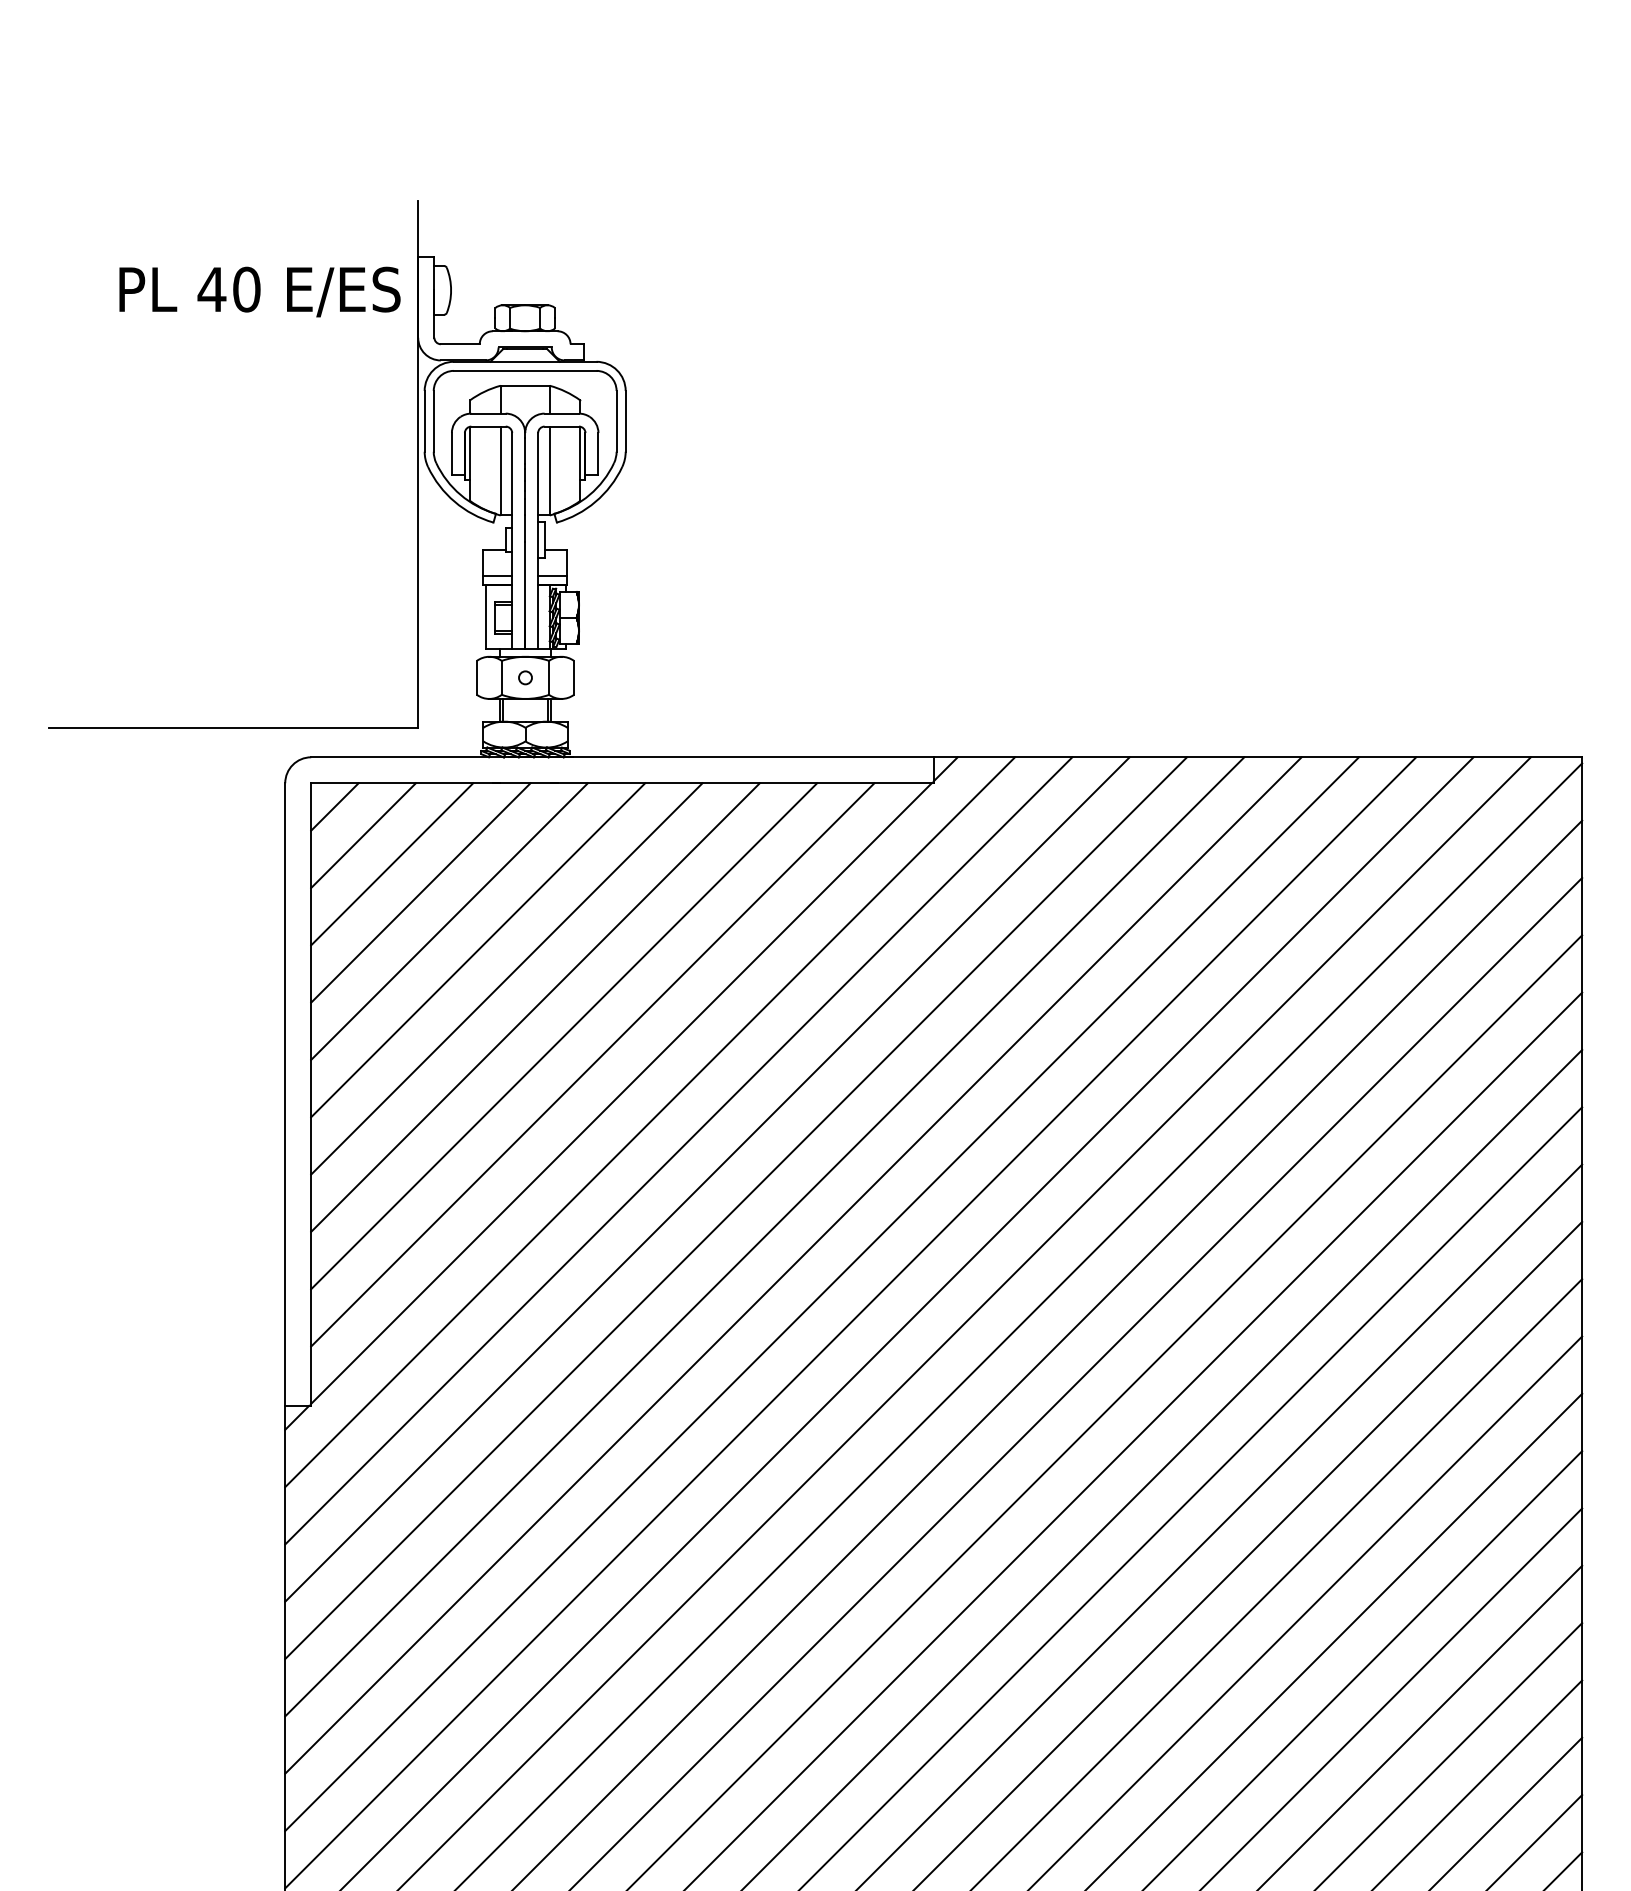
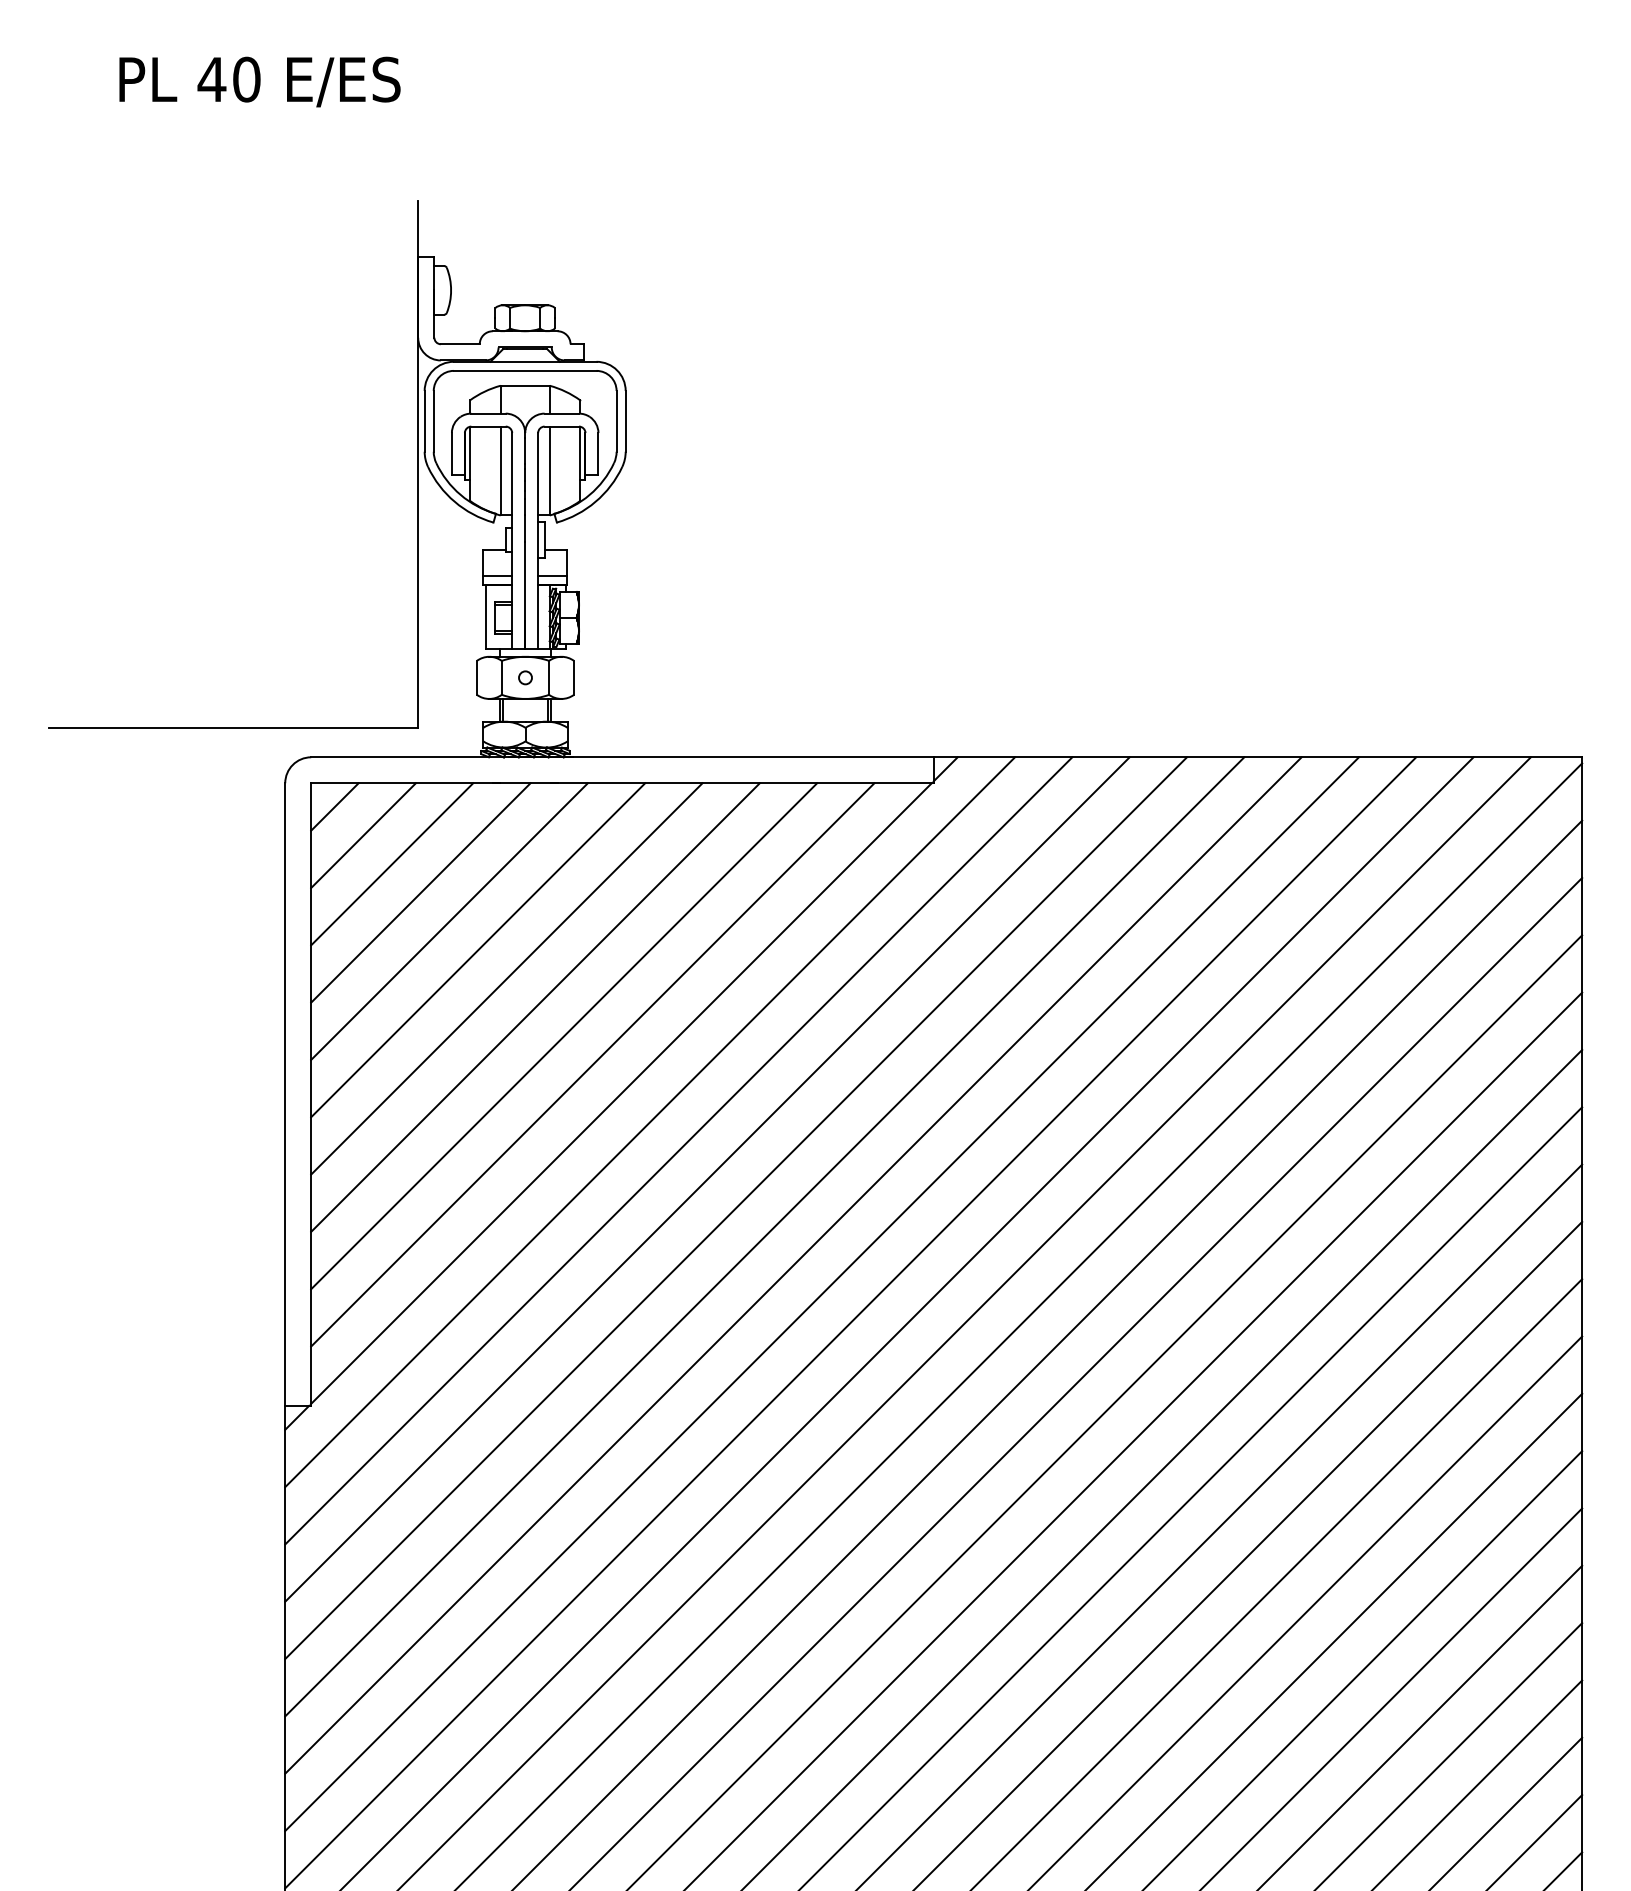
text at (259, 291) position: (259, 291) -> (259, 81)
